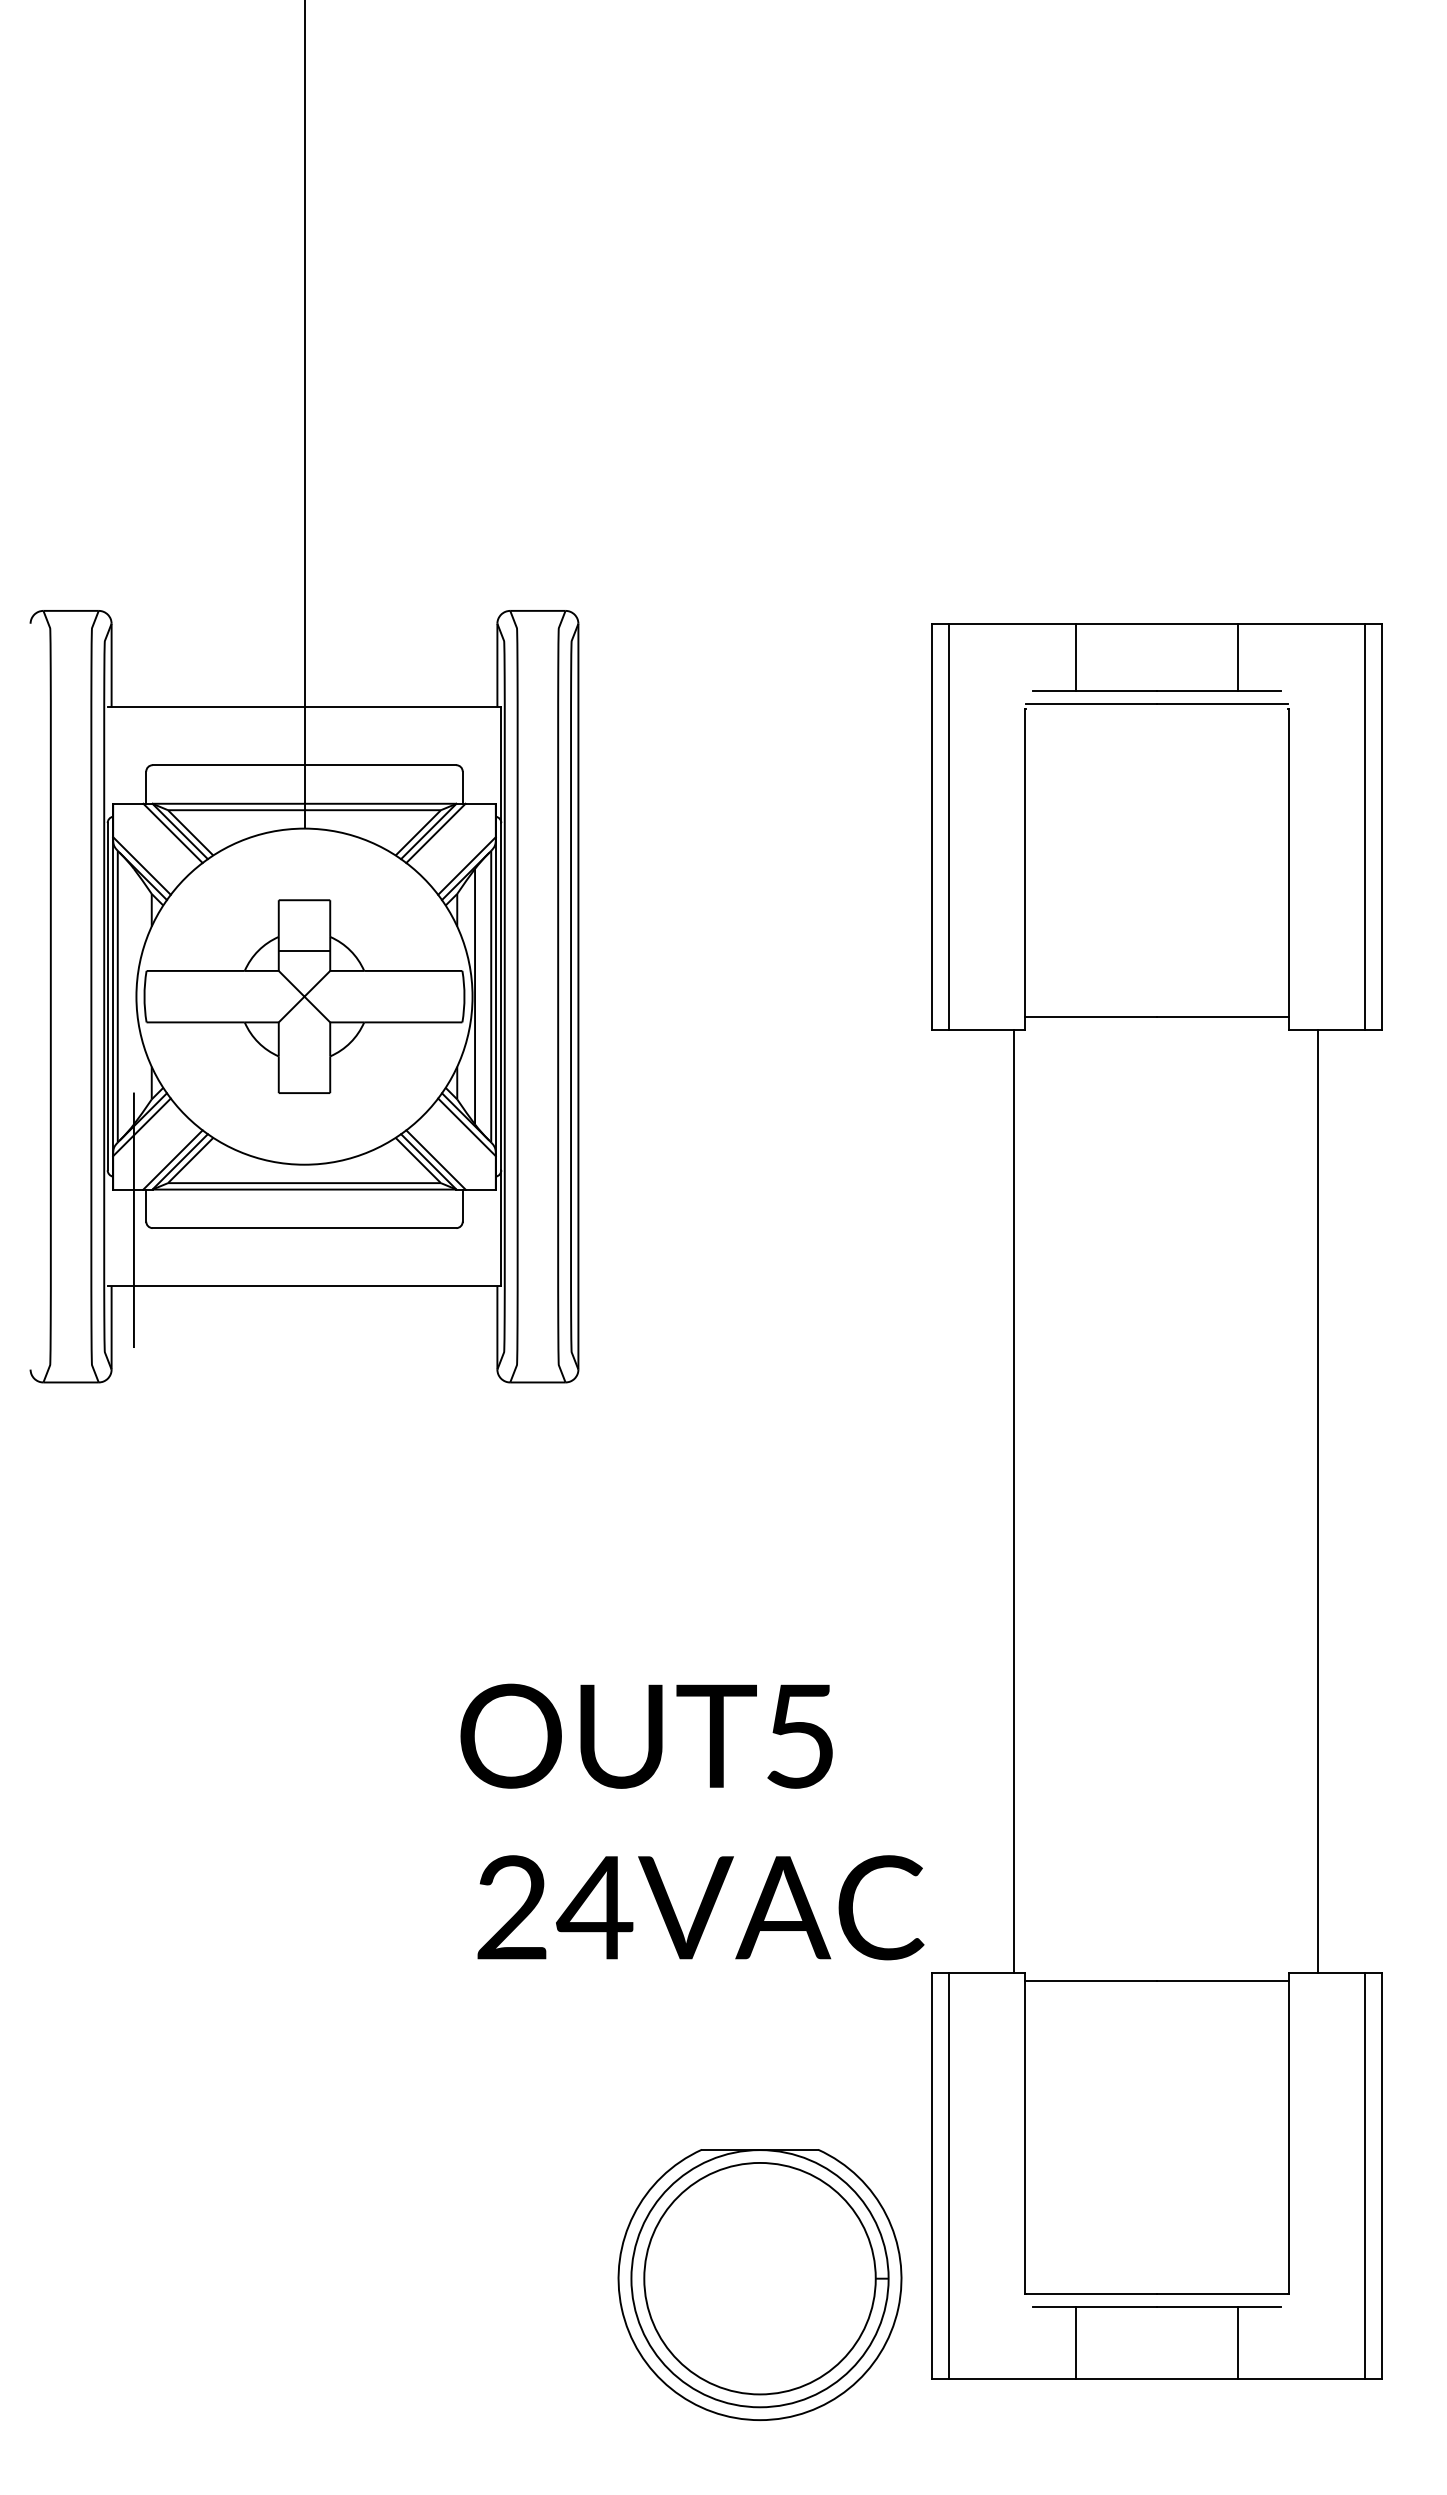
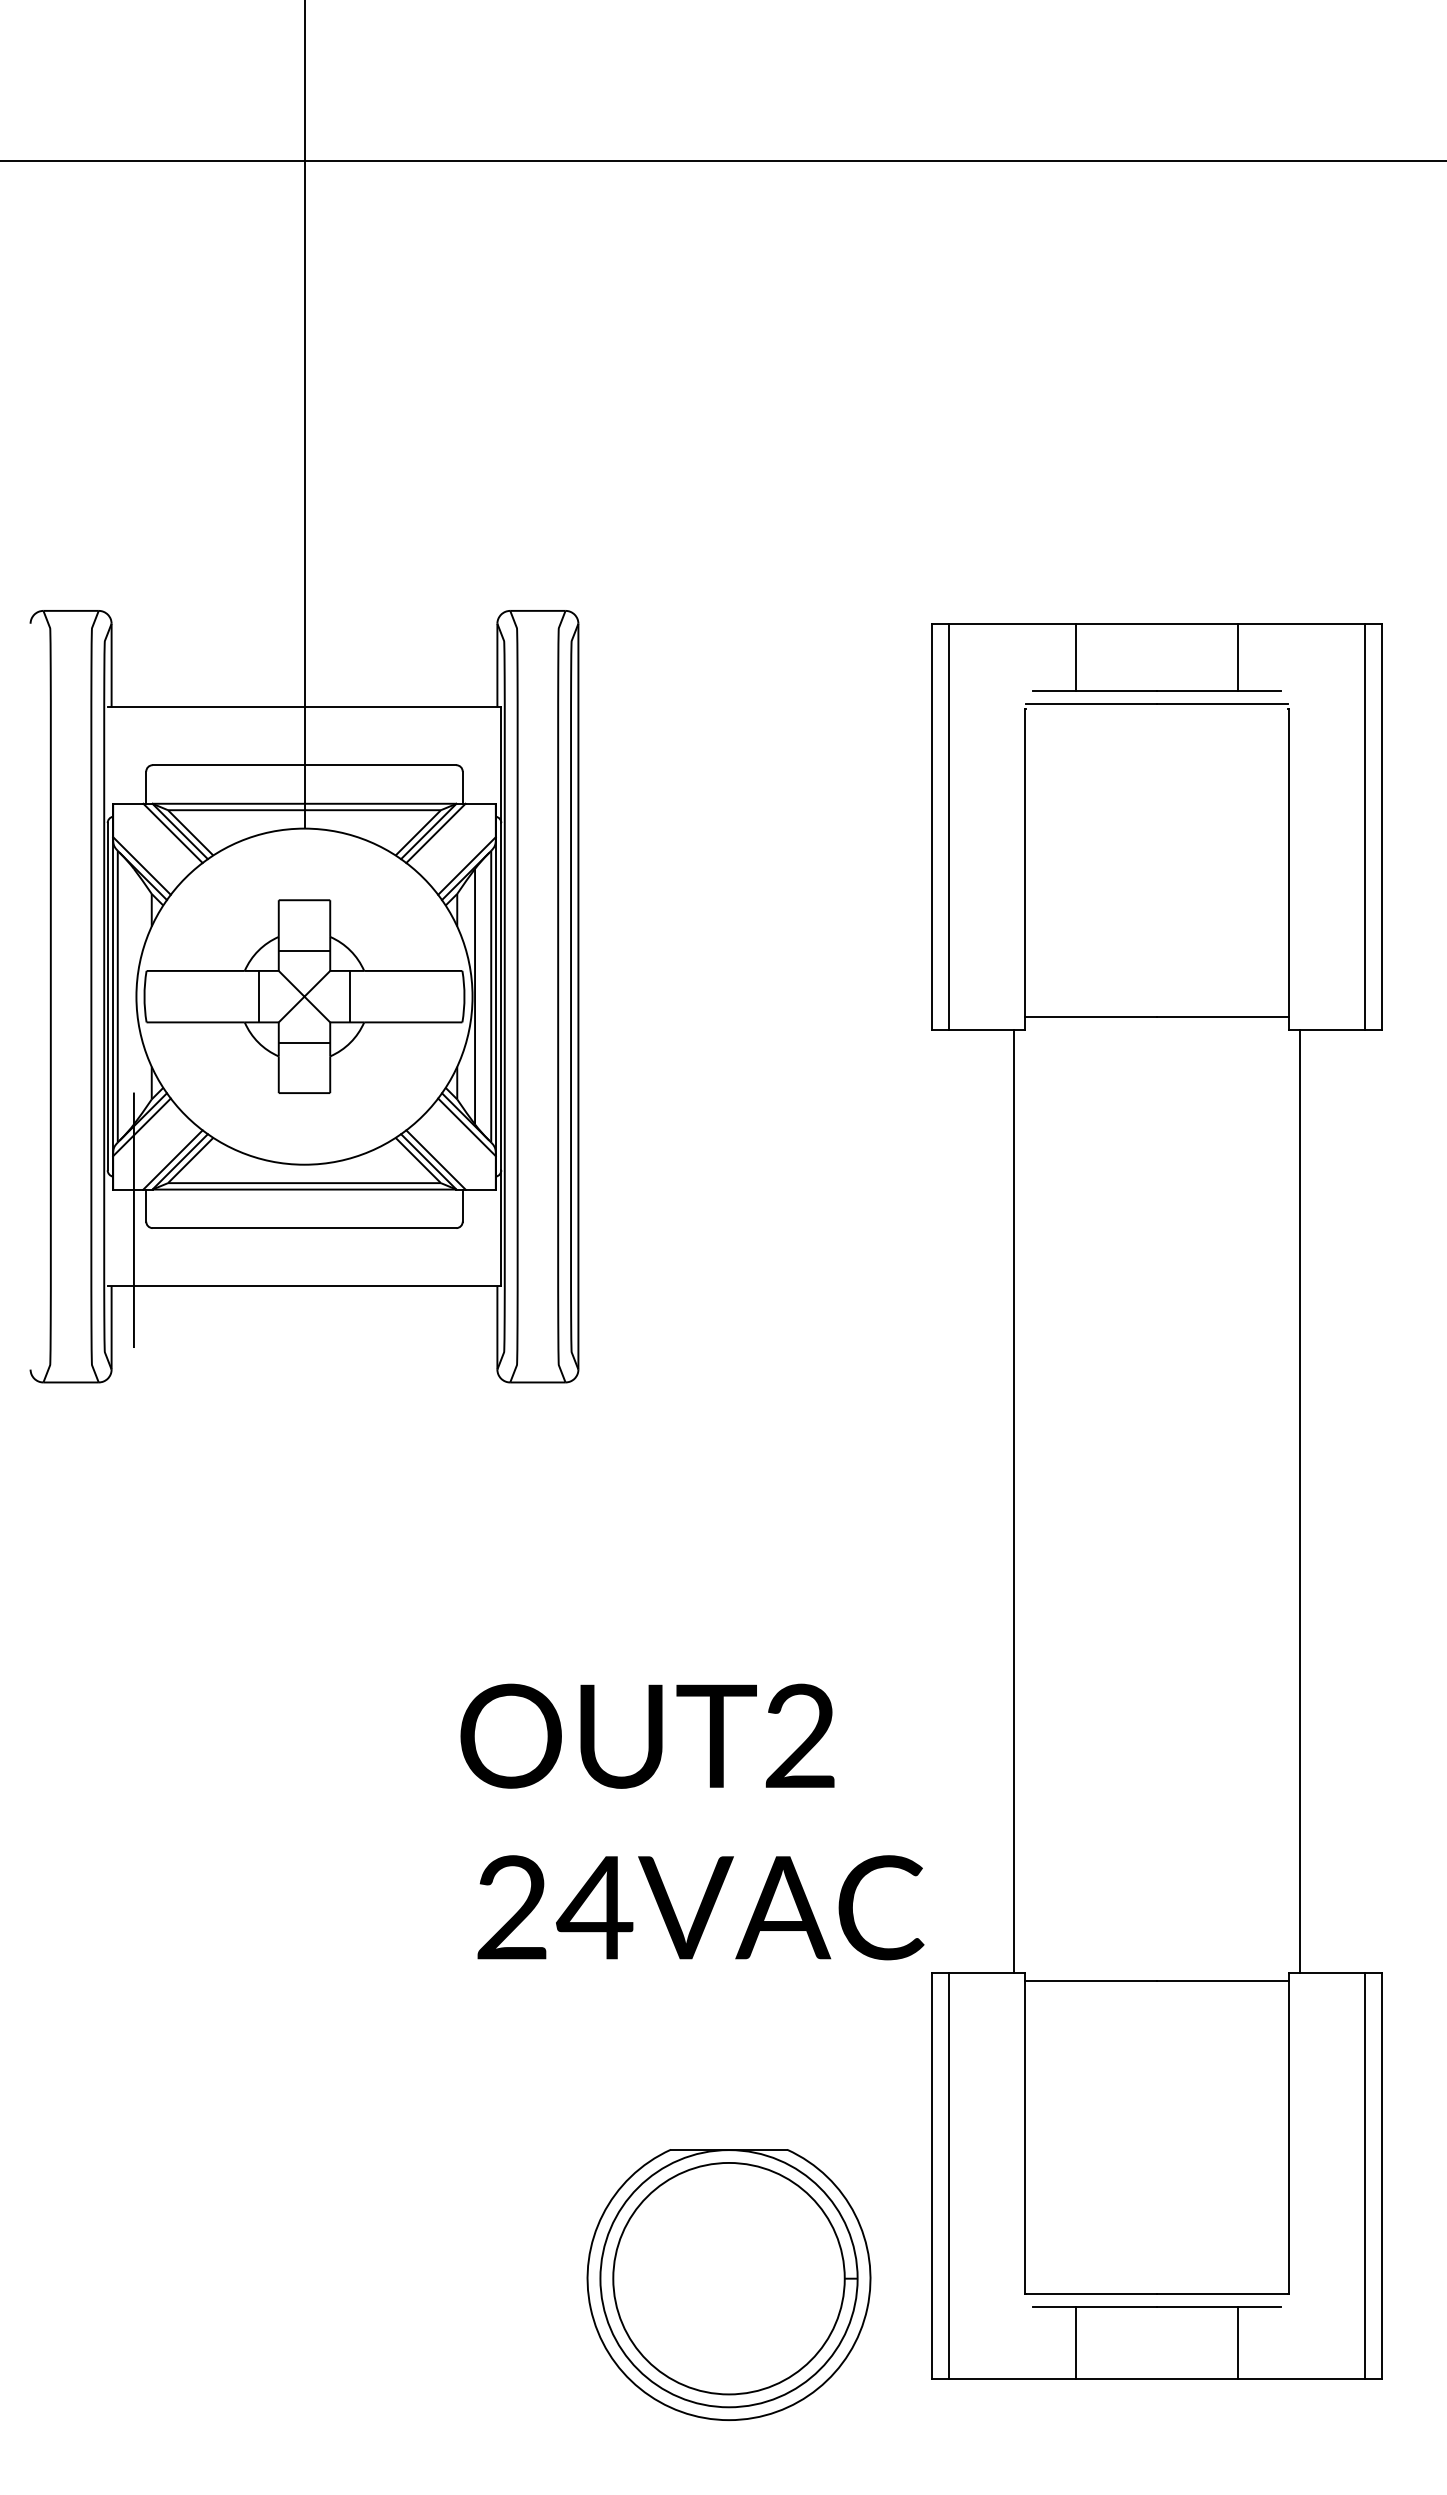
line at (722, 160): none -> present
line at (258, 996): none -> present
line at (350, 996): none -> present
line at (304, 1042): none -> present
line at (1317, 1501) position: (1317, 1501) -> (1299, 1501)
text at (799, 1735): OUT5 -> OUT2
part at (759, 2284) position: (759, 2284) -> (728, 2284)
